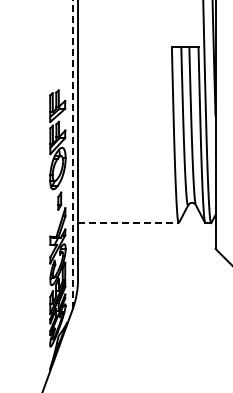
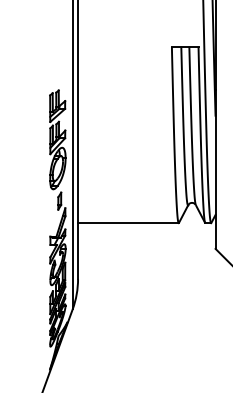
line at (72, 154): dashed -> solid
line at (128, 223): dashed -> solid
